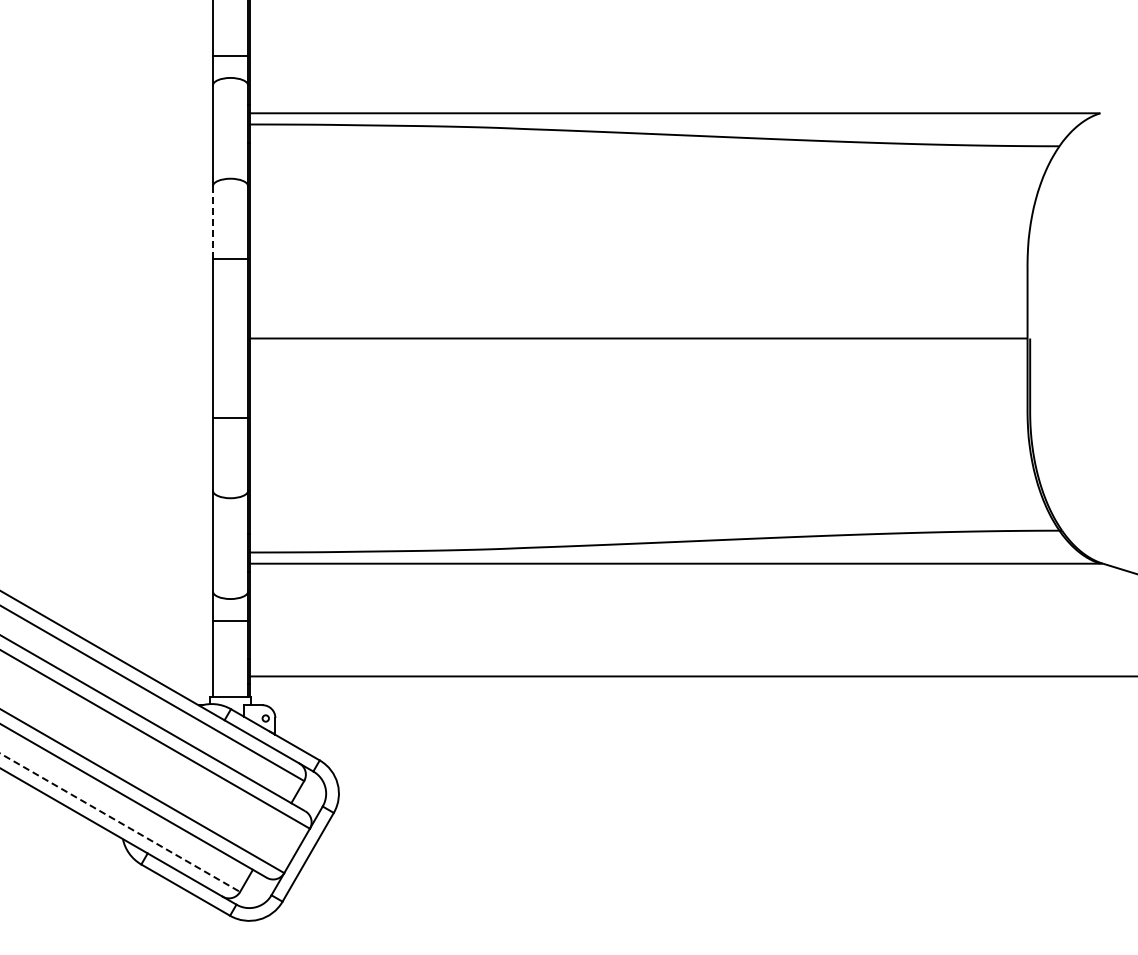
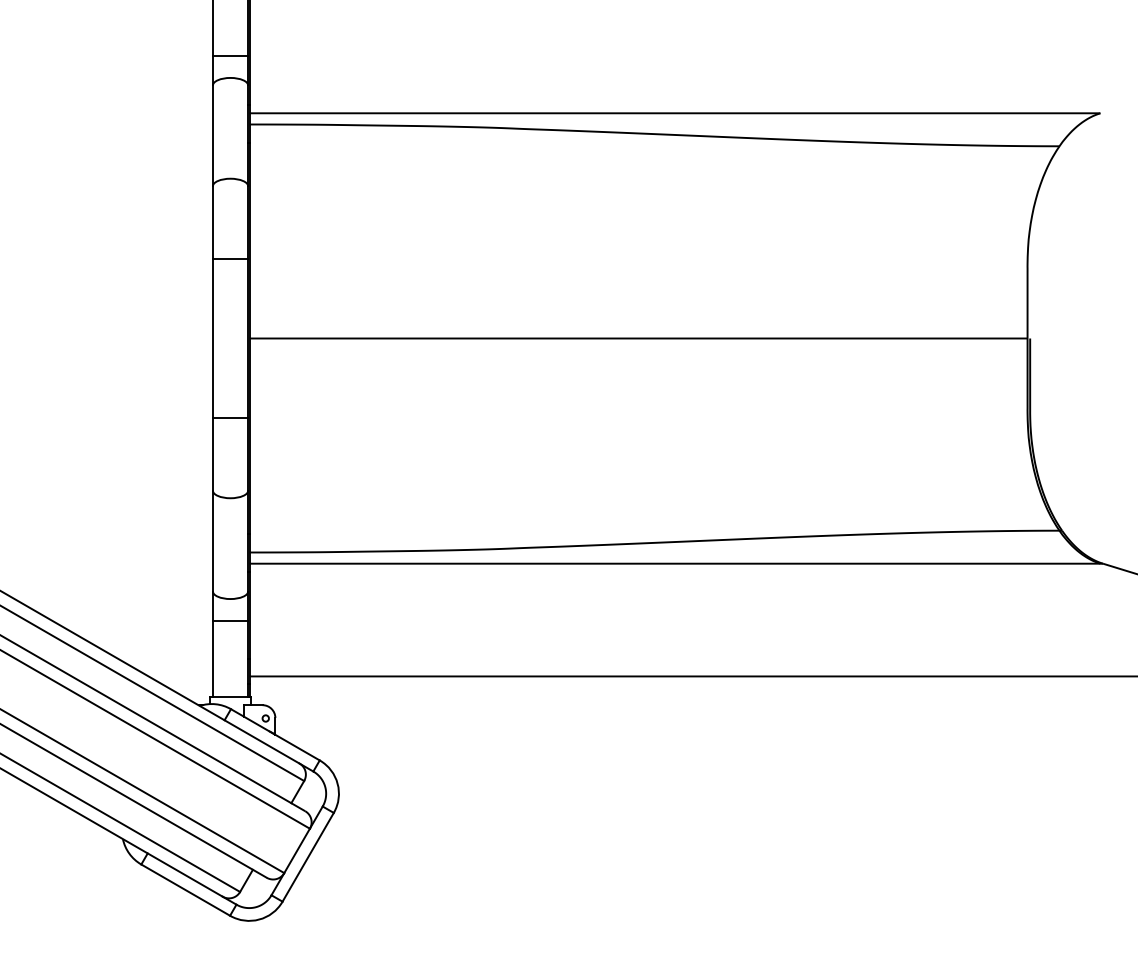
line at (212, 223): dashed -> solid
line at (120, 823): dashed -> solid
